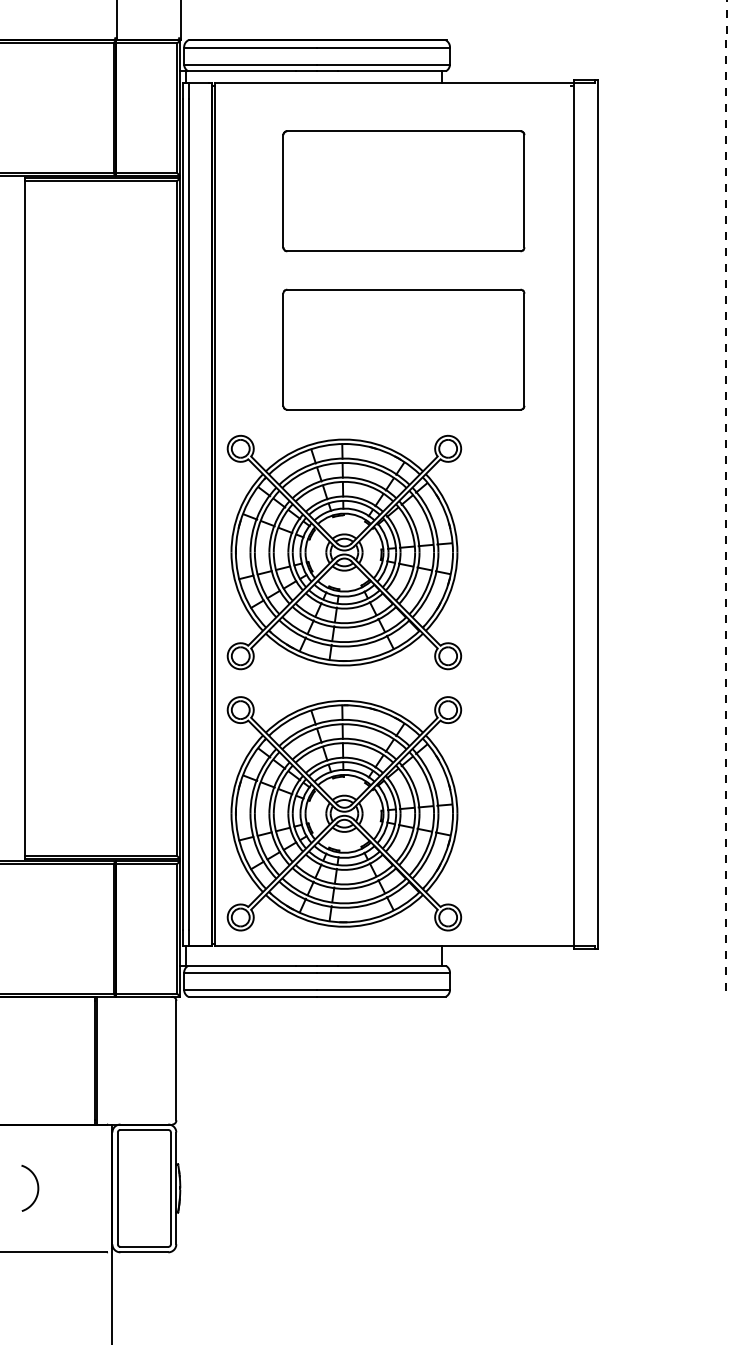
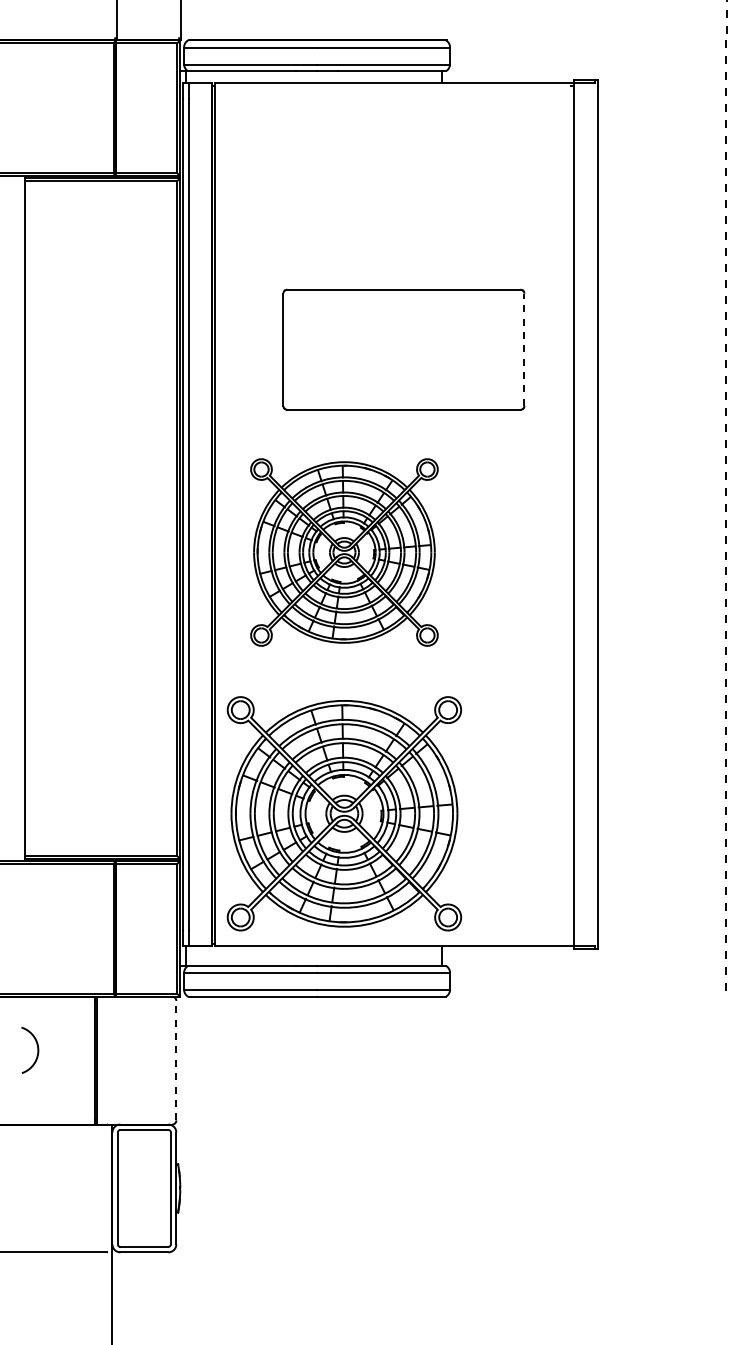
part at (403, 191): present -> none
line at (524, 349): solid -> dashed
part at (344, 552) size: 237x237 px -> 189x189 px
line at (176, 1060): solid -> dashed
curve at (37, 1188) position: (37, 1188) -> (37, 1050)
